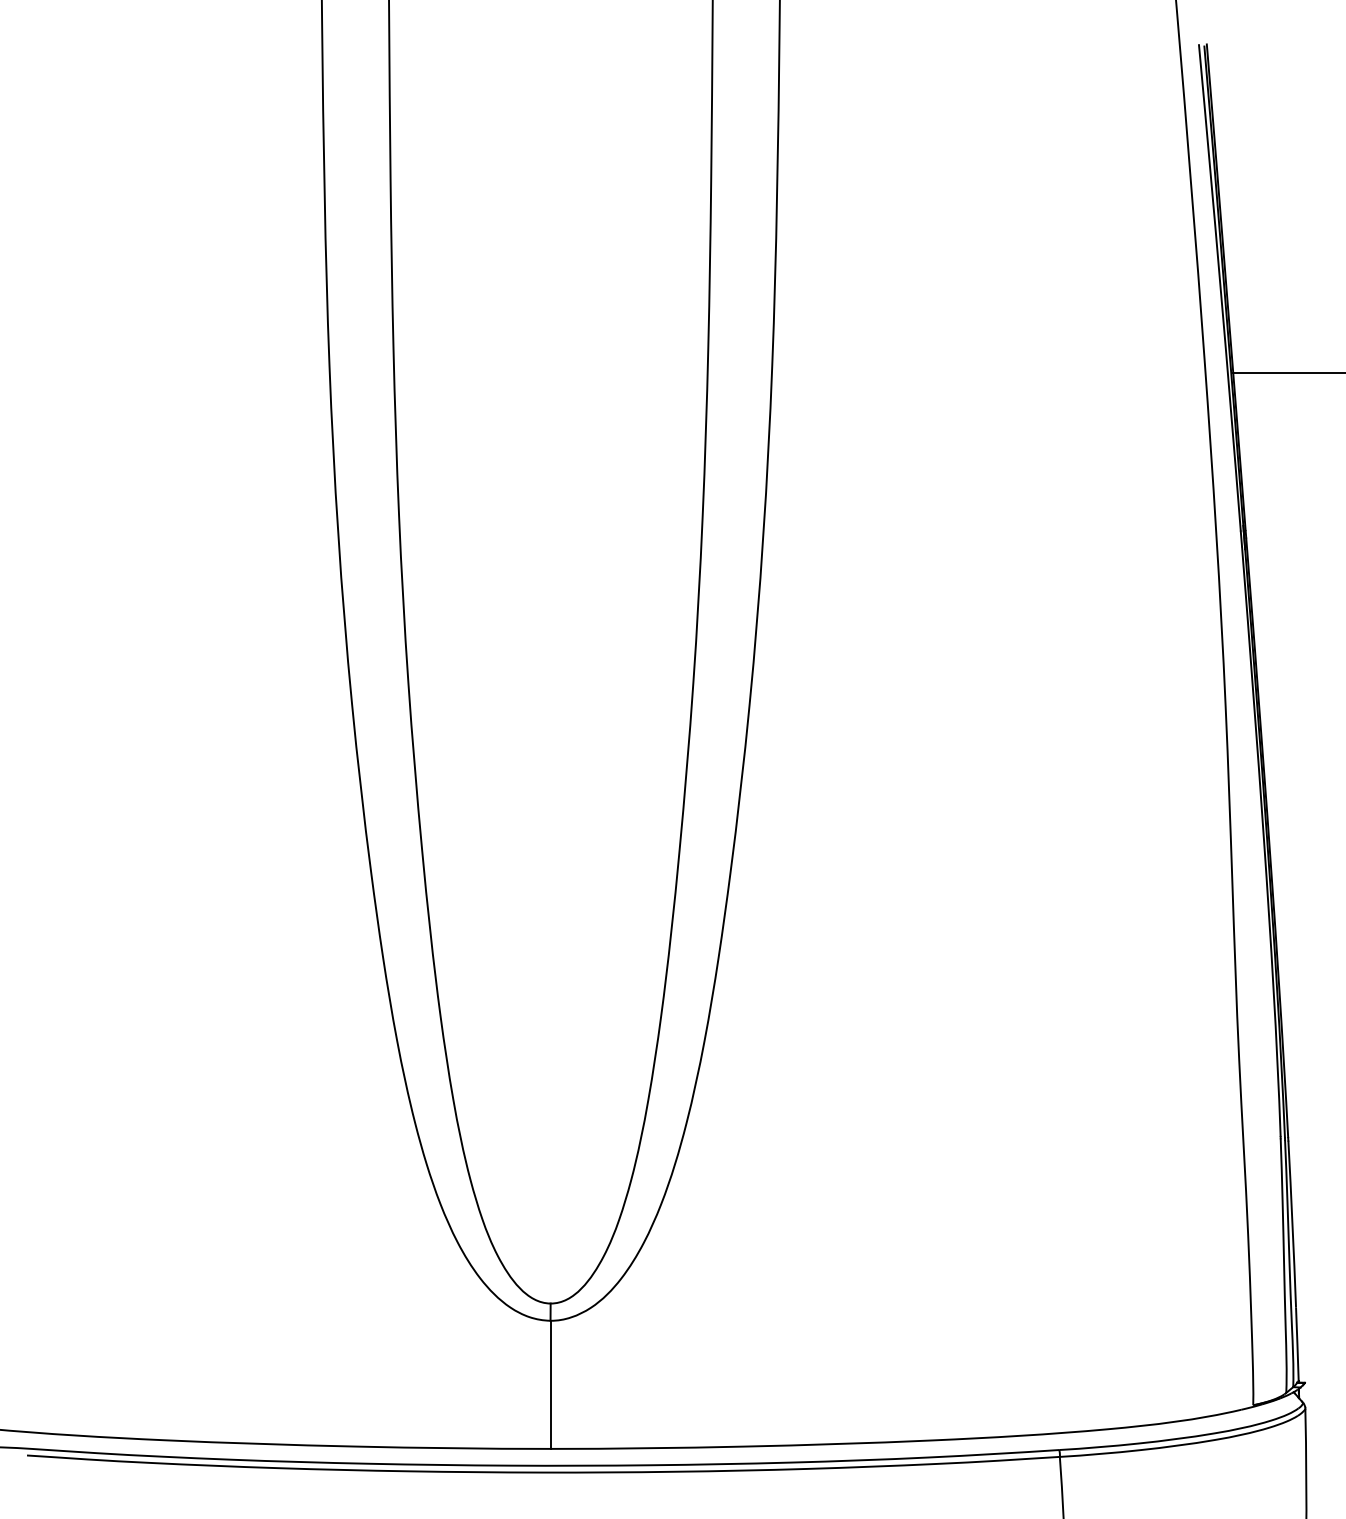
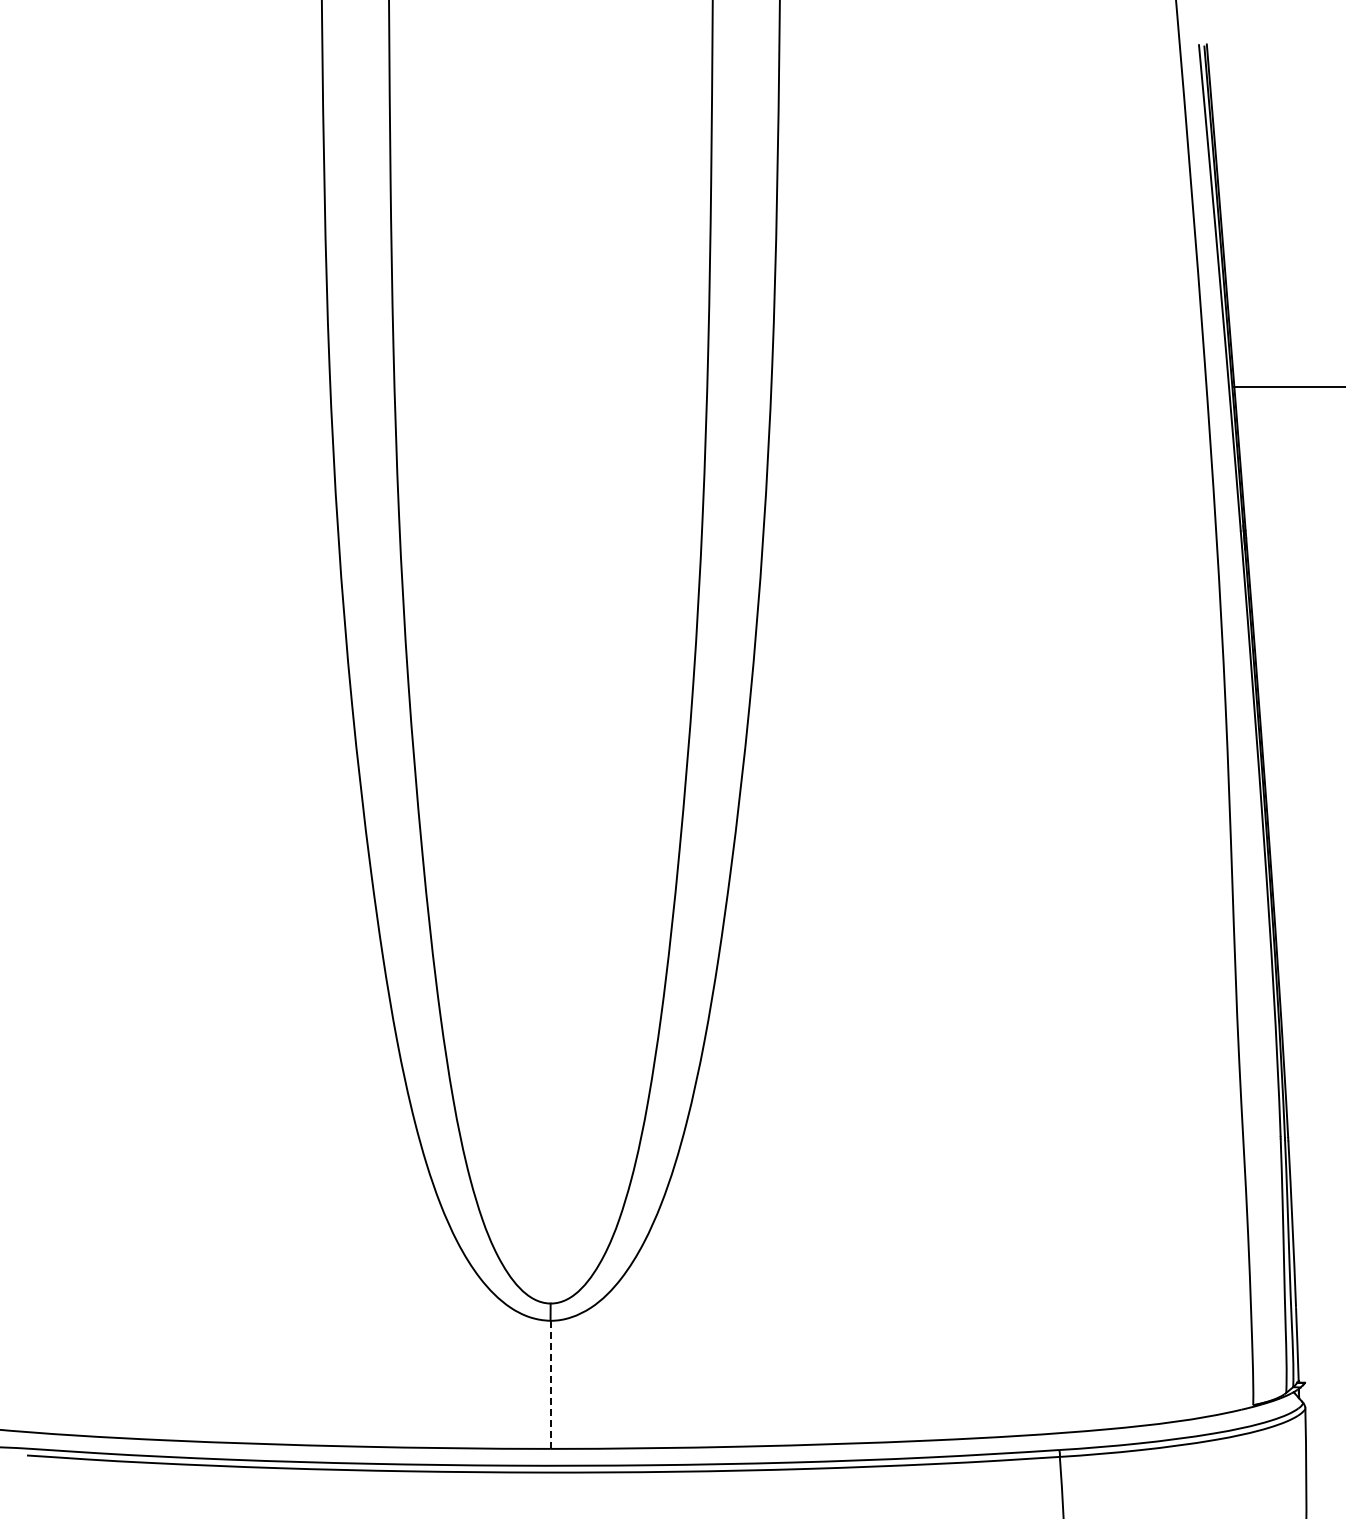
line at (1287, 372) position: (1287, 372) -> (1287, 386)
line at (550, 1385): solid -> dashed
